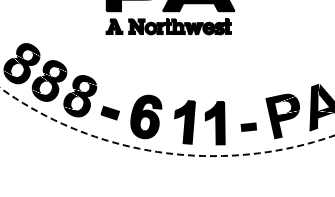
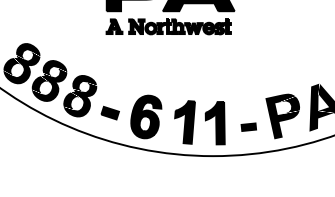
circle at (167, 121): dashed -> solid
